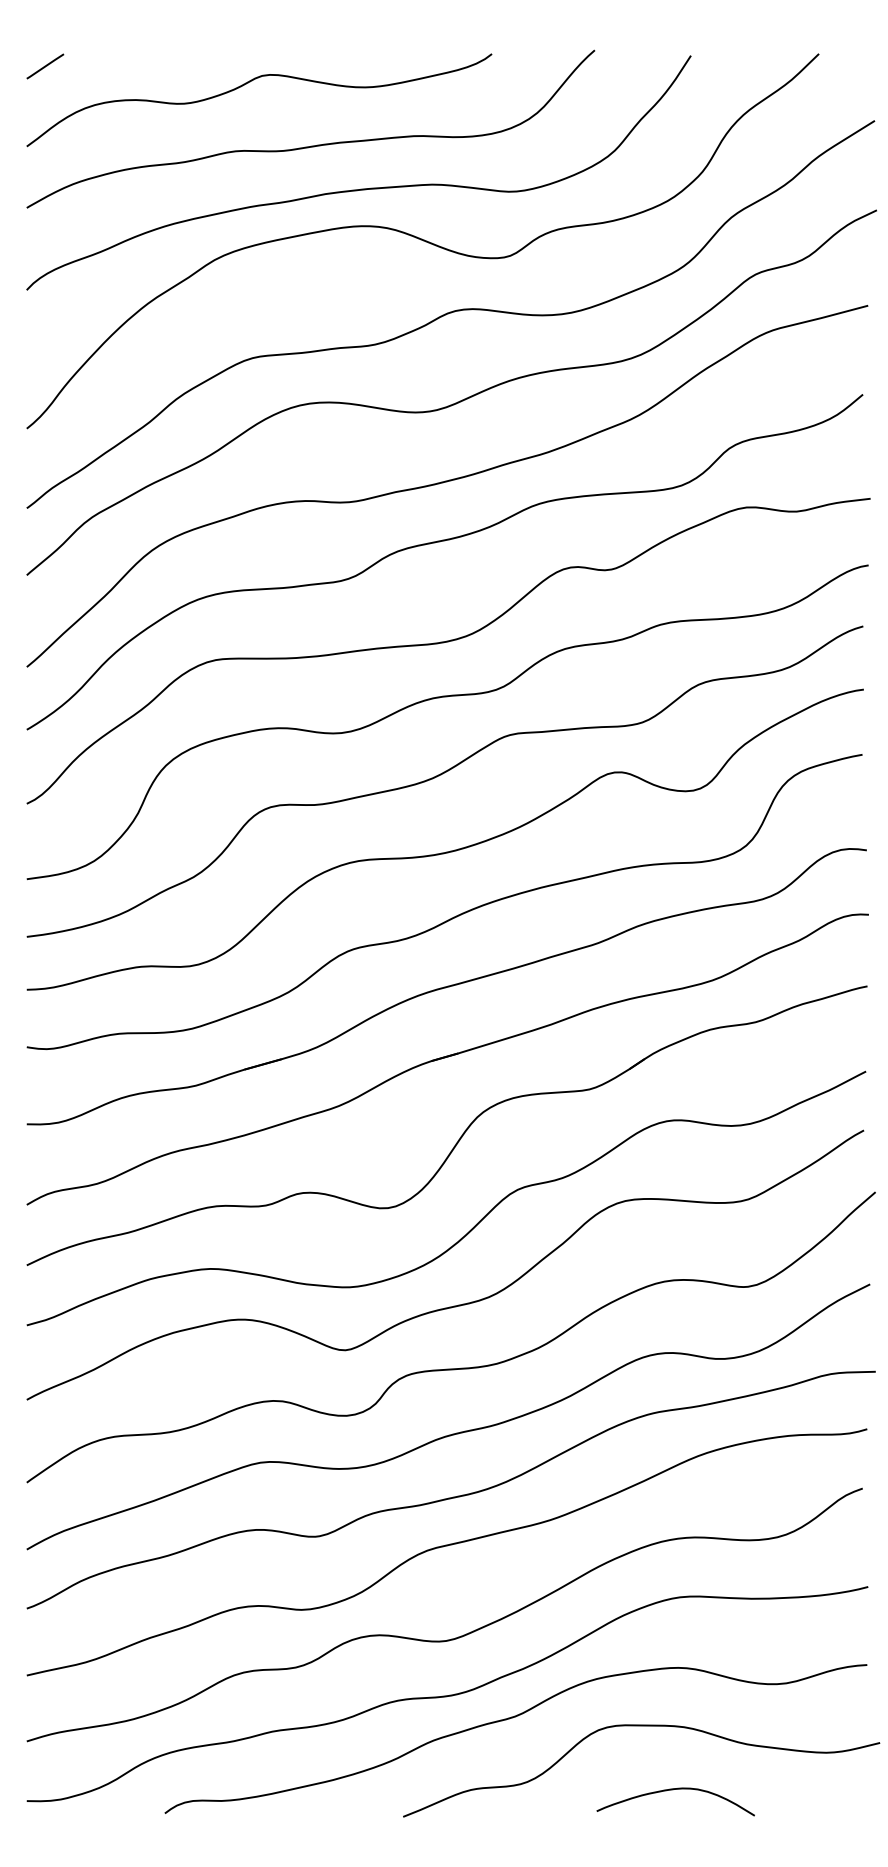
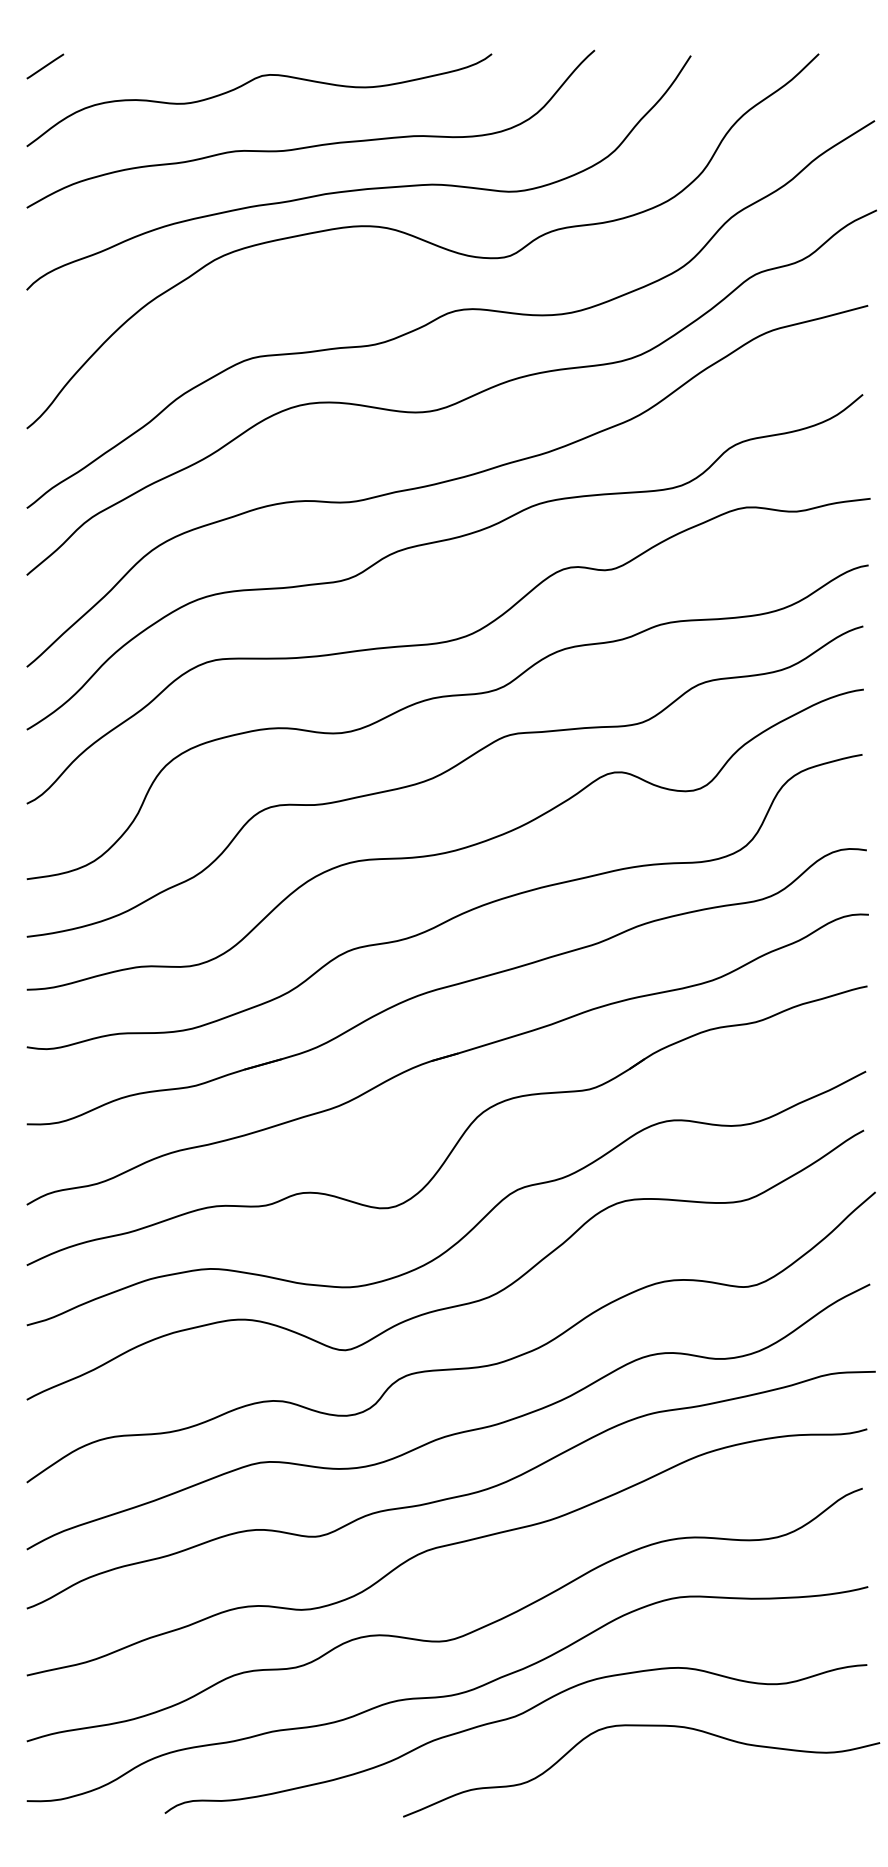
curve at (673, 1790): present -> none
